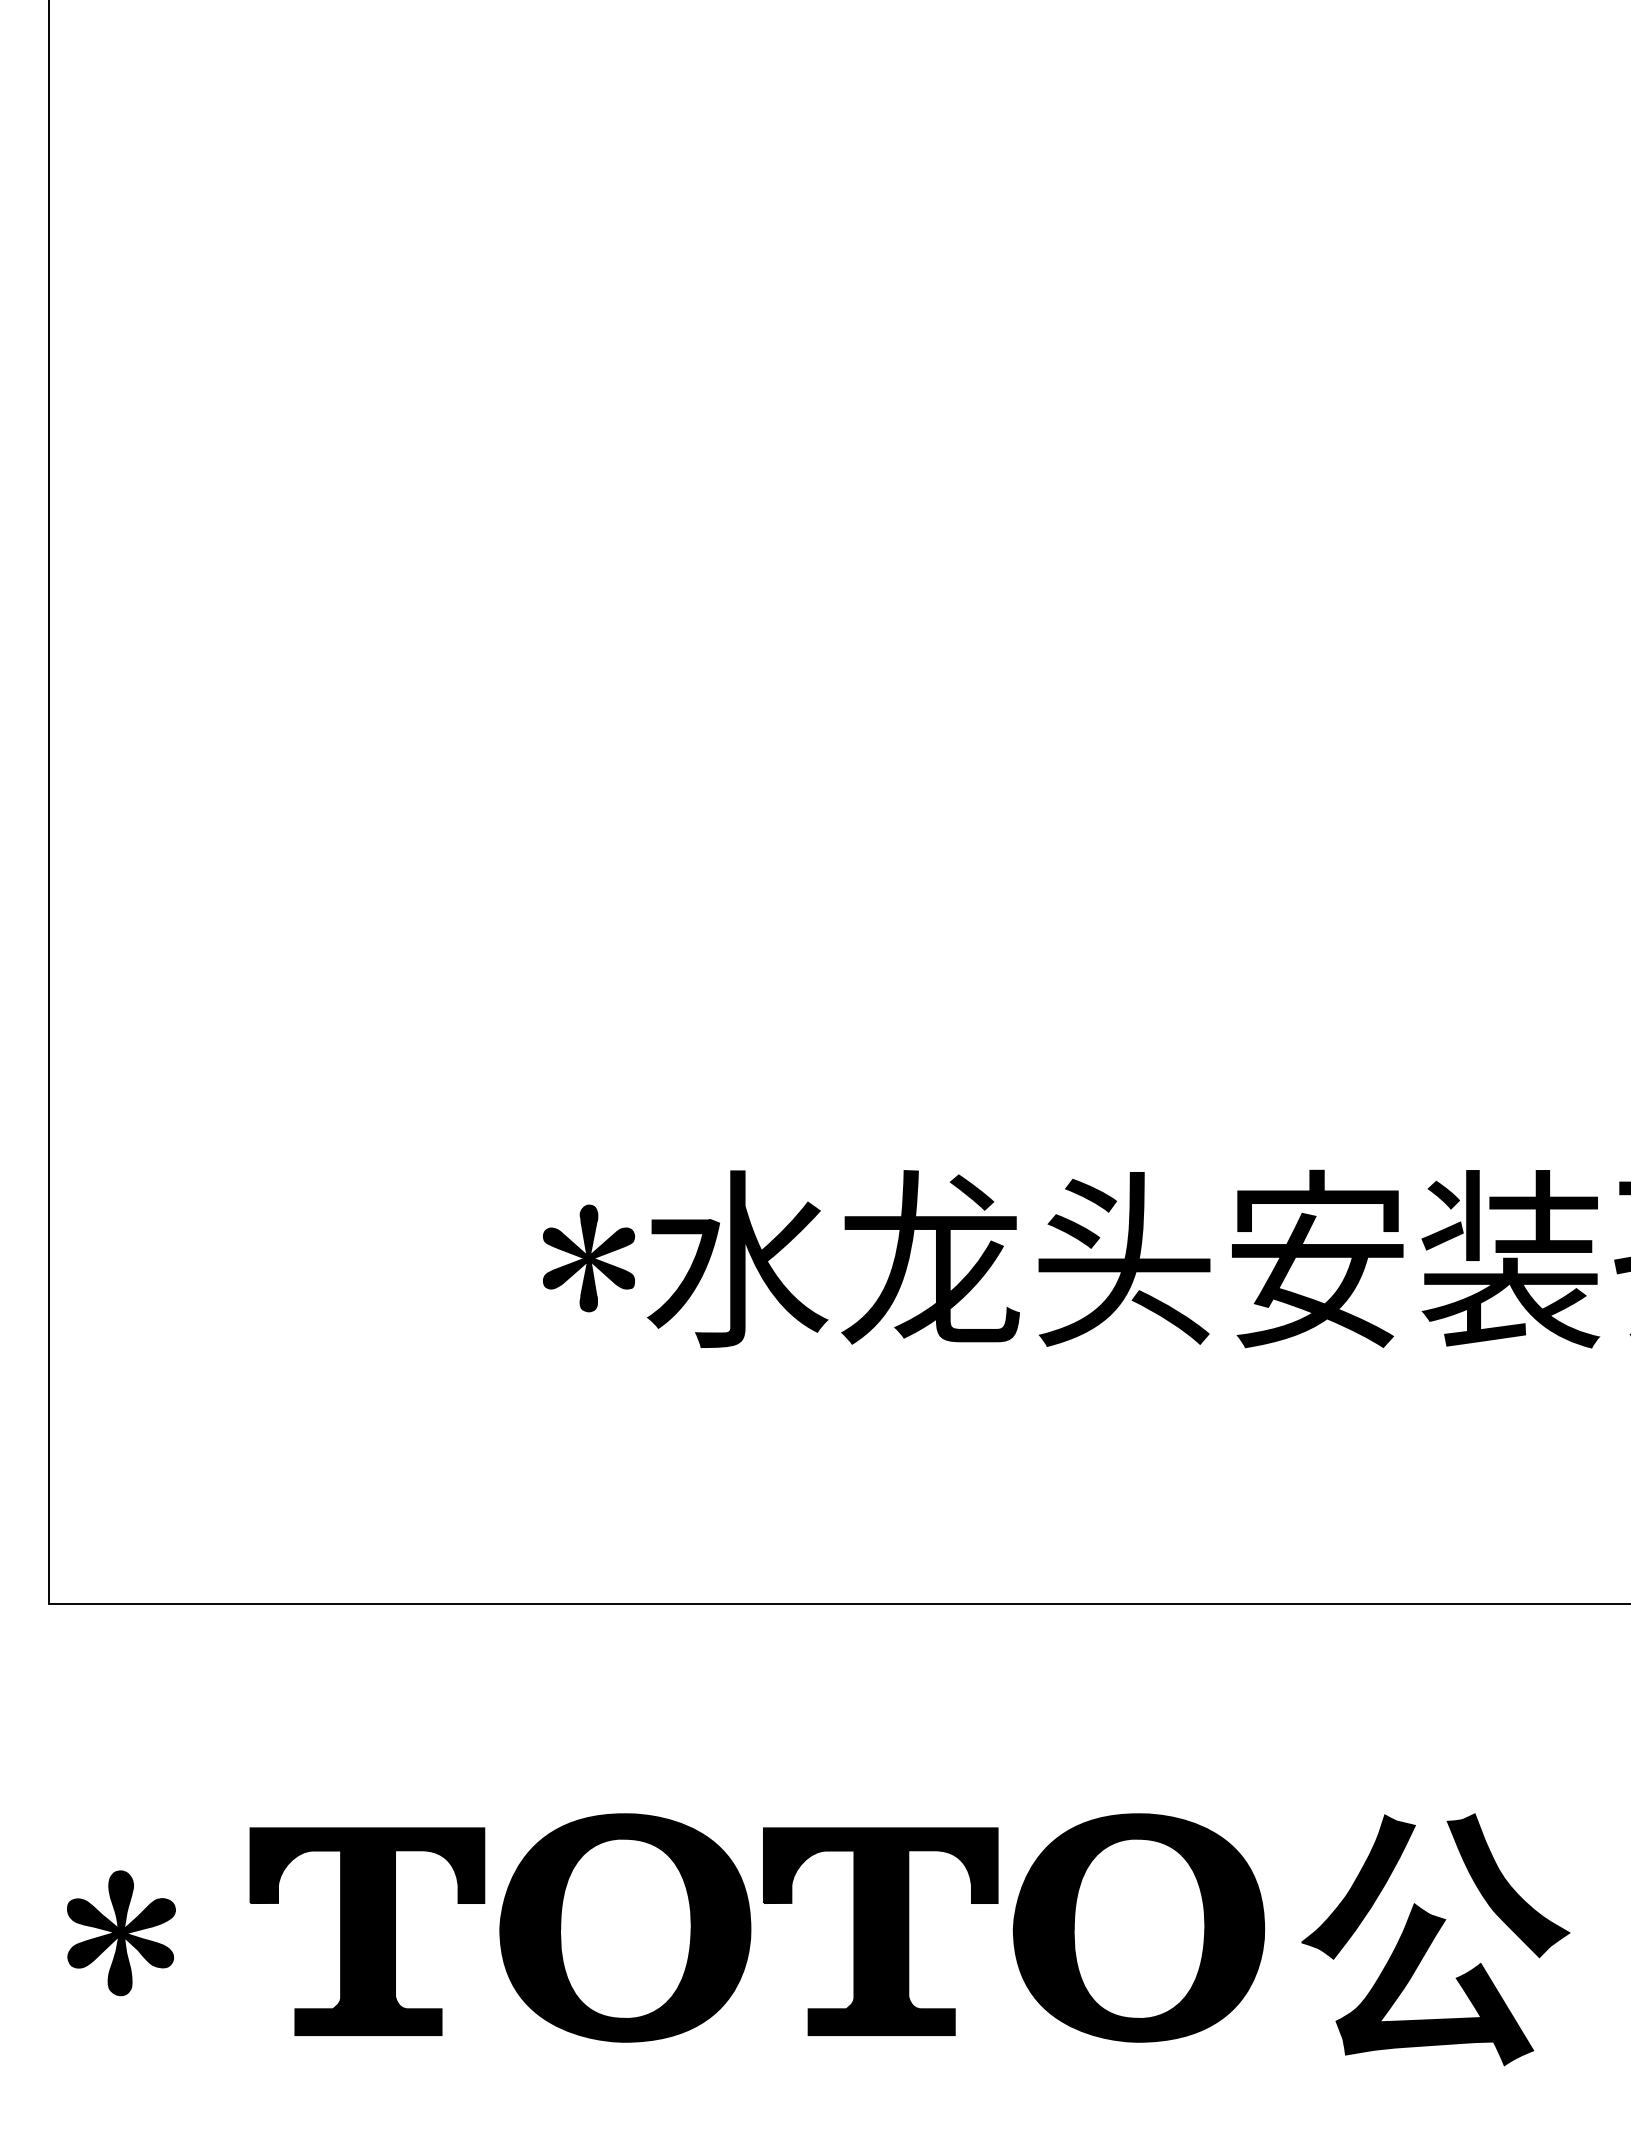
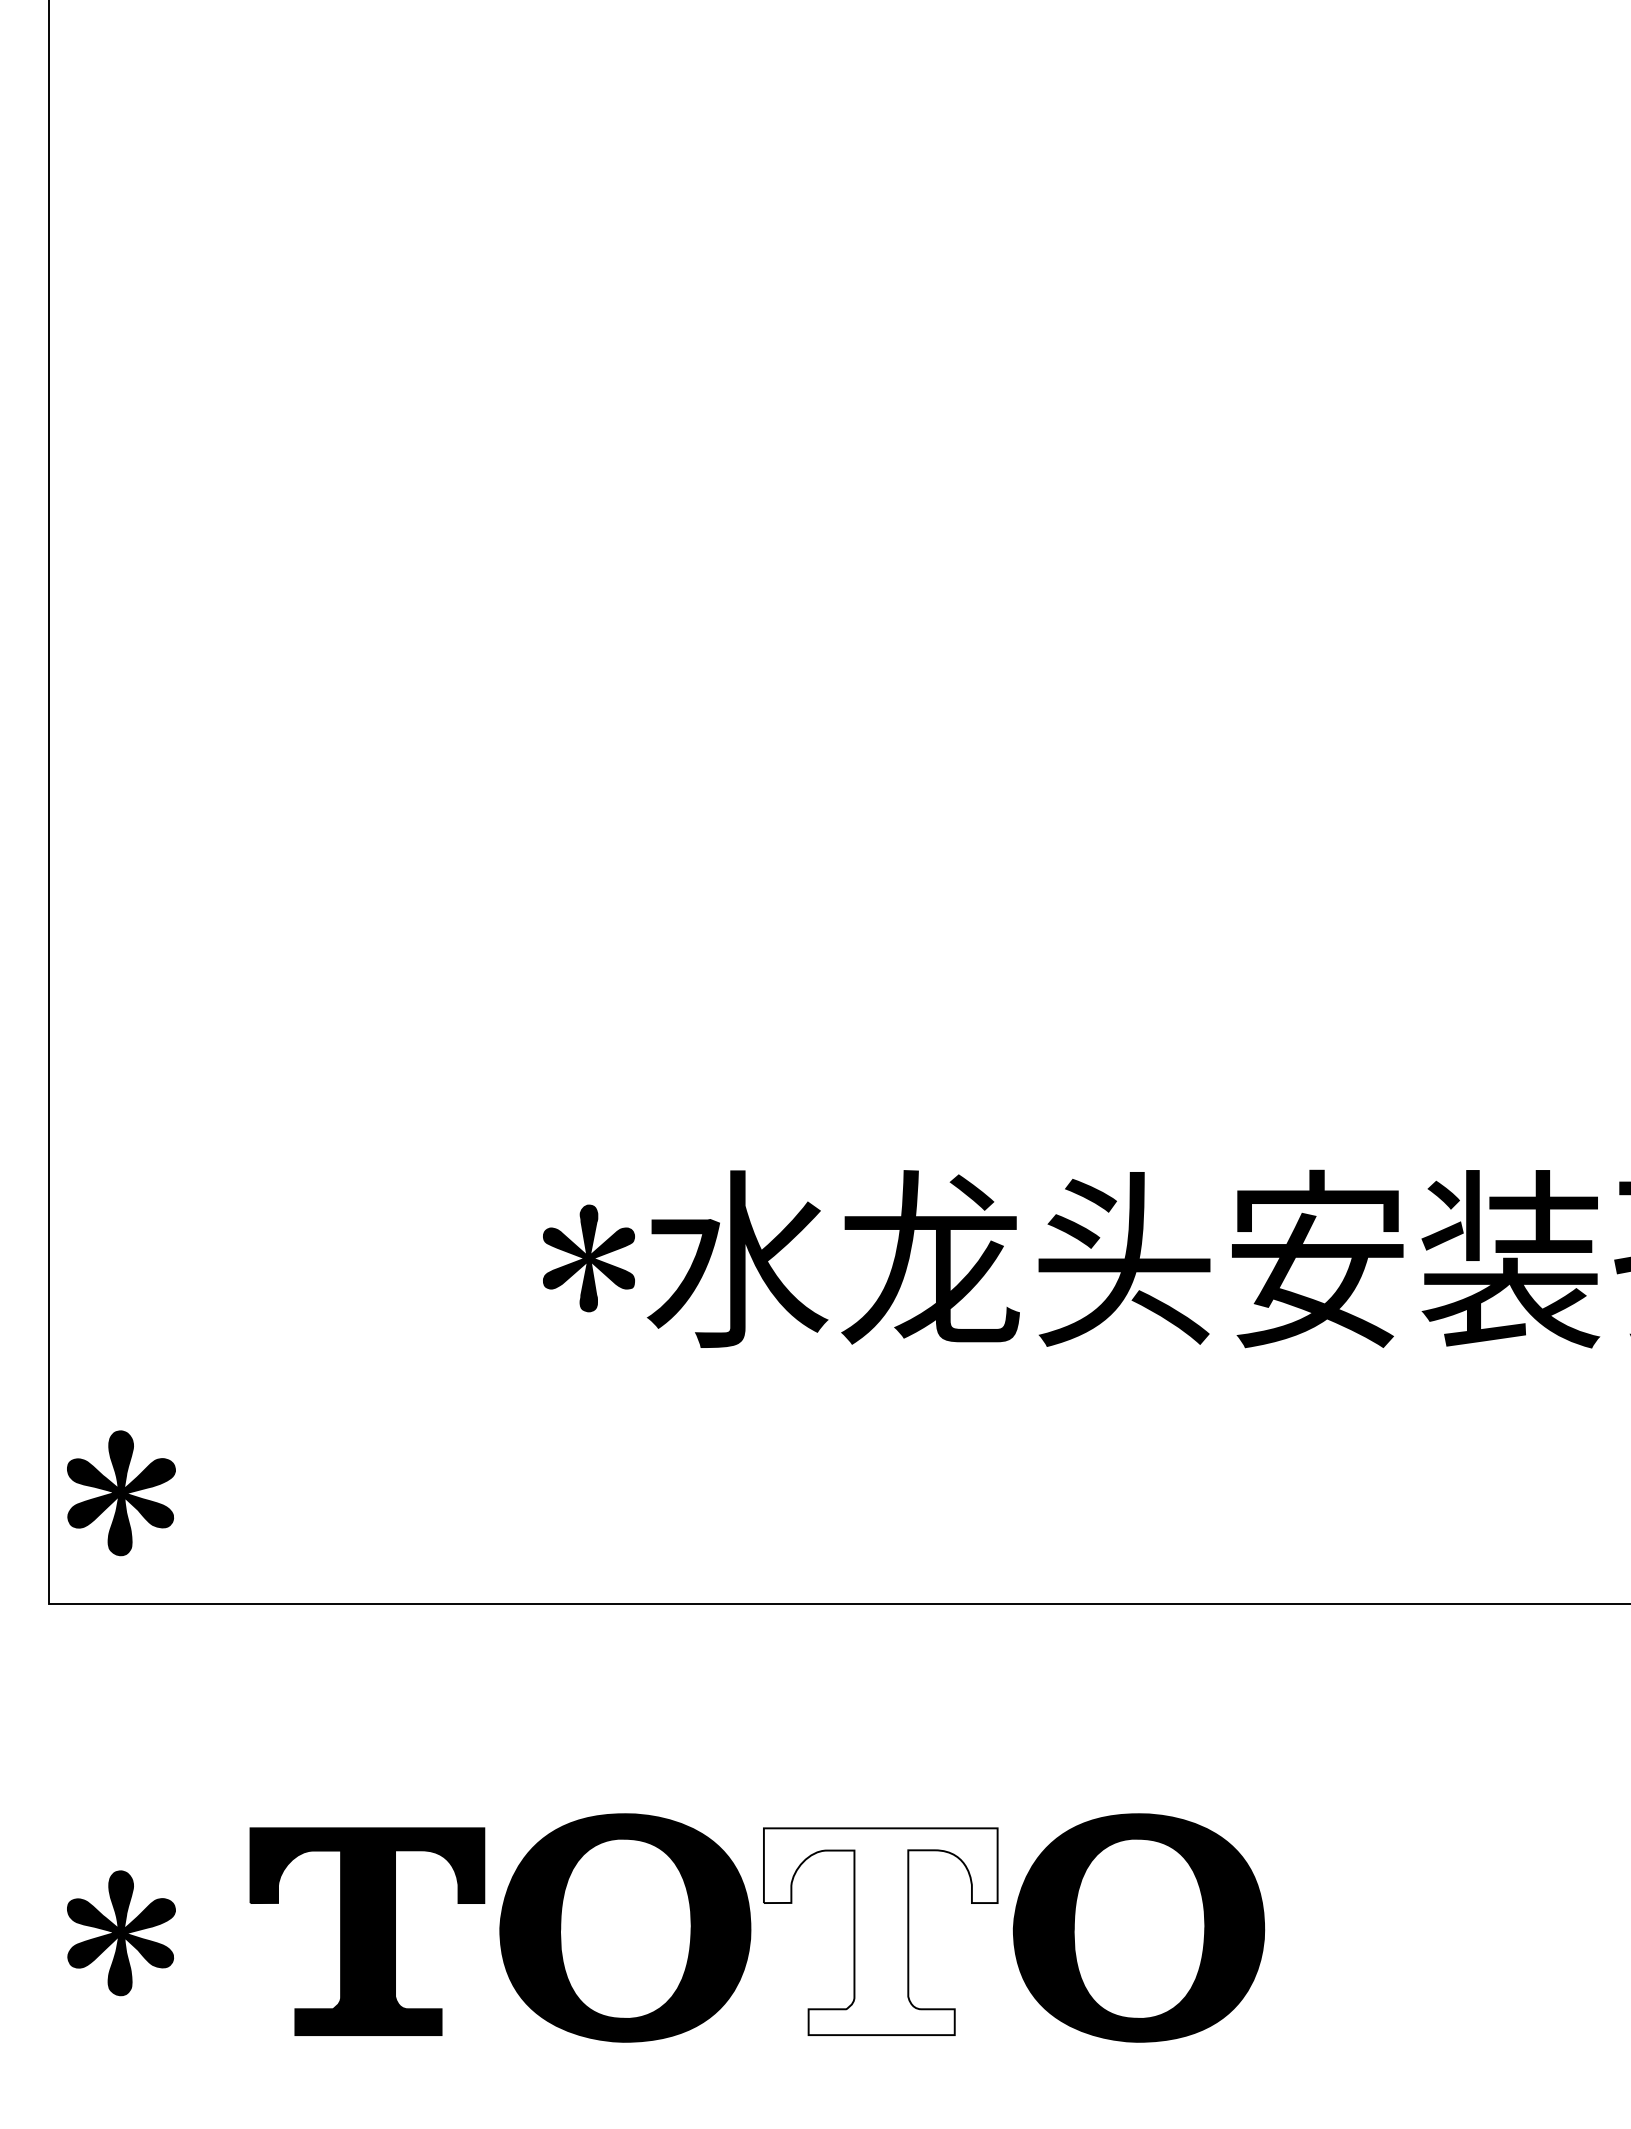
part at (121, 1493): none -> present
fill at (880, 1931): present -> none
part at (1435, 1939): present -> none
